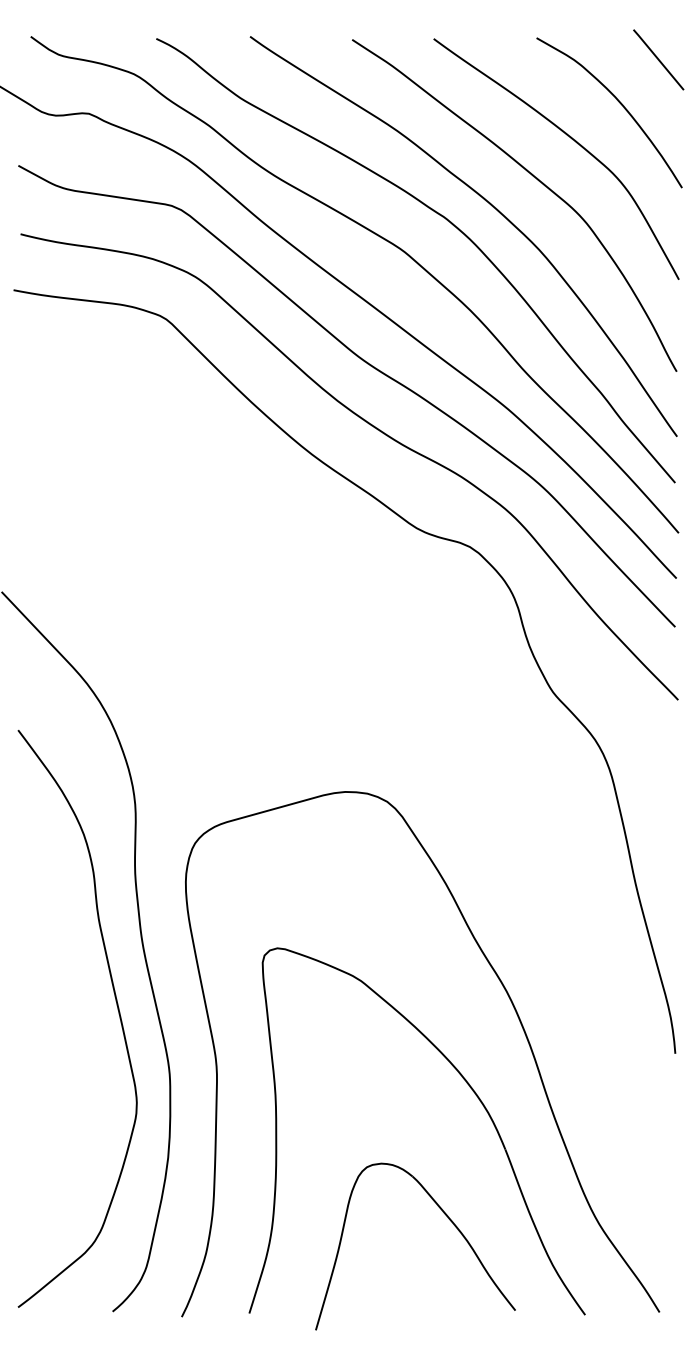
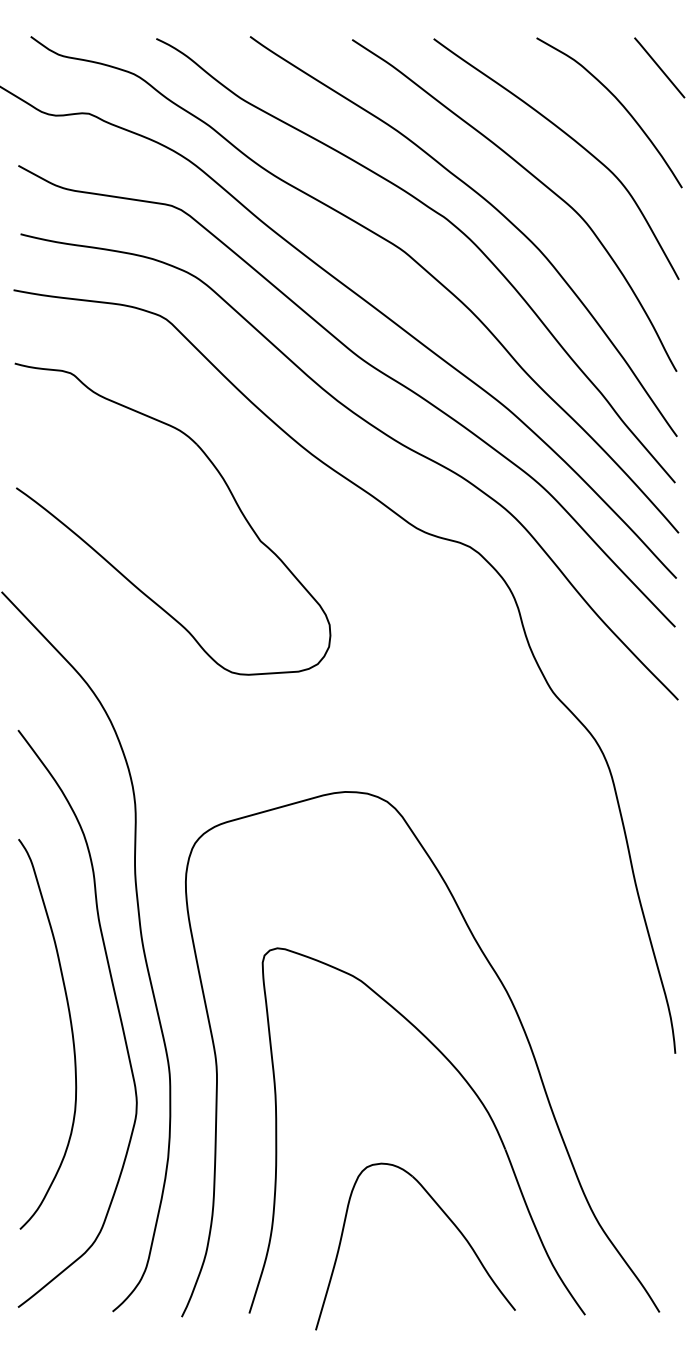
line at (658, 59) position: (658, 59) -> (659, 67)
part at (228, 490): none -> present
curve at (71, 1034): none -> present
